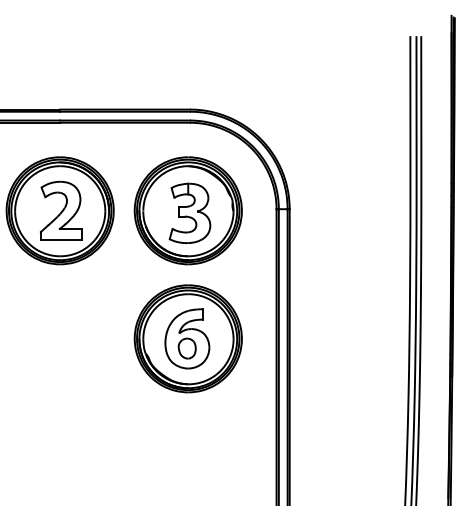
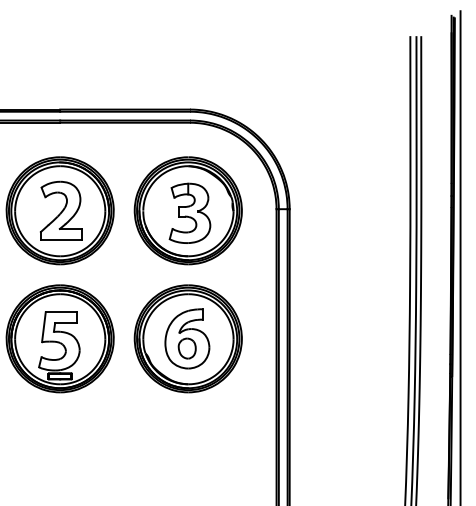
line at (460, 256): none -> present
part at (59, 338): none -> present
